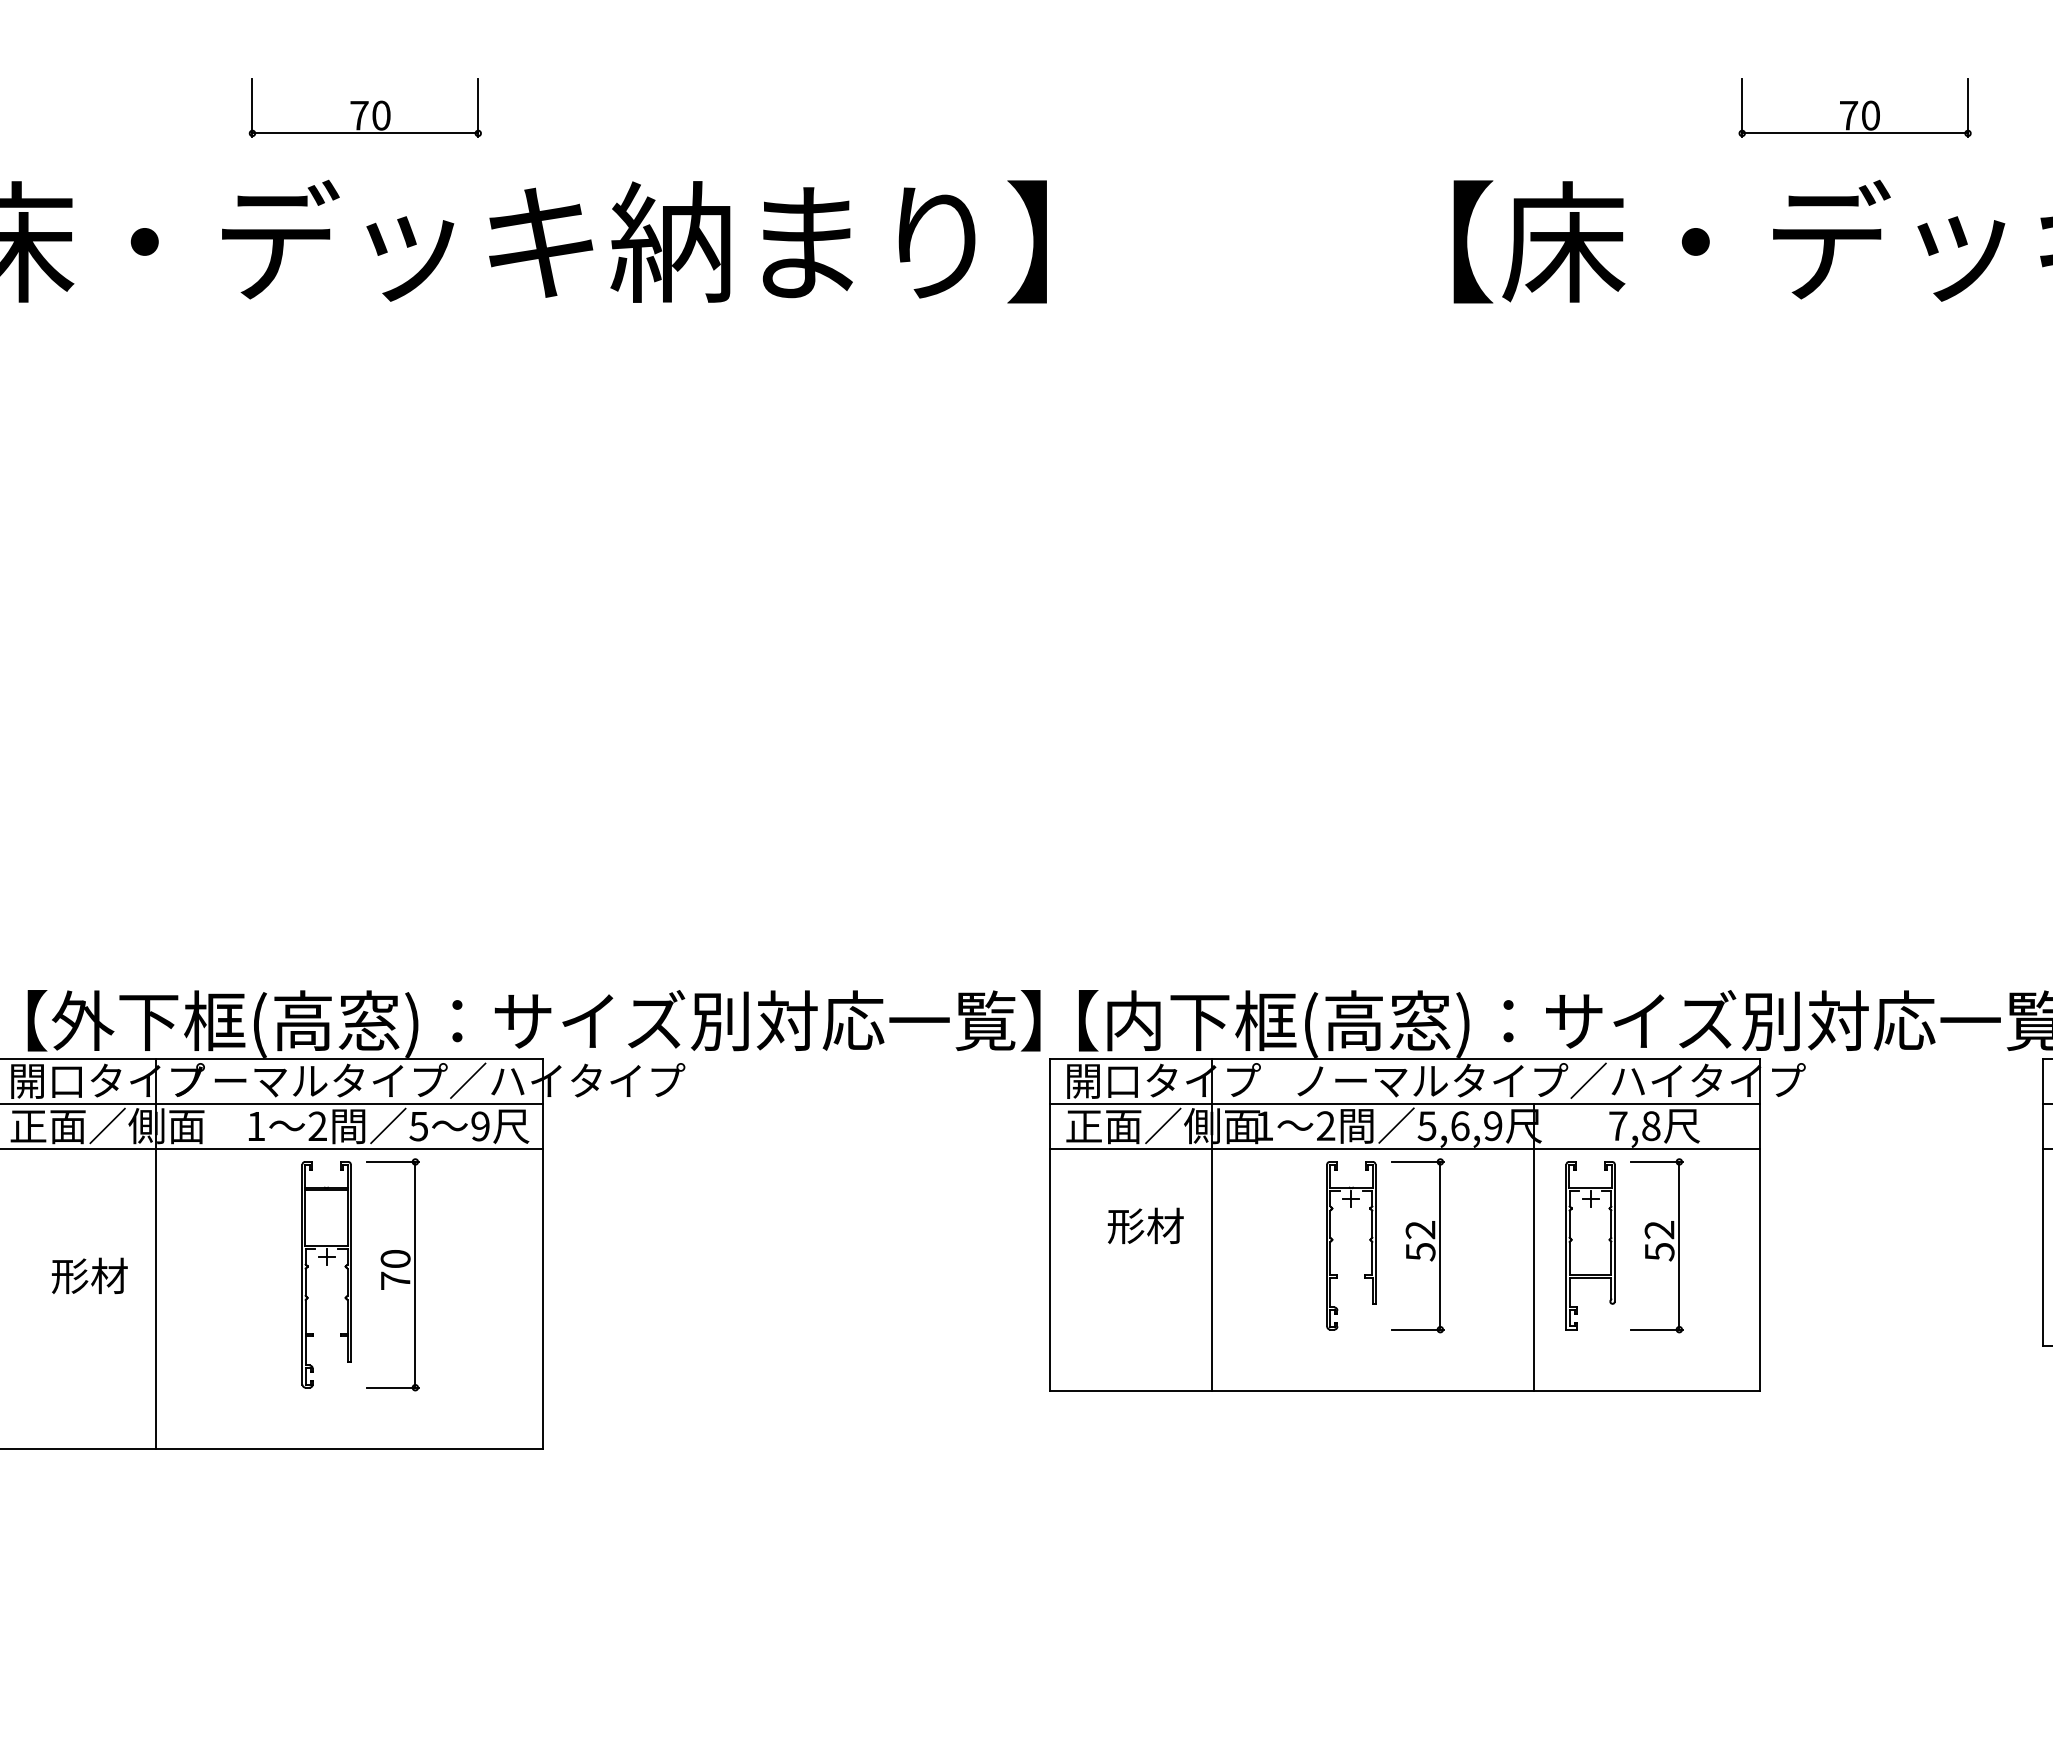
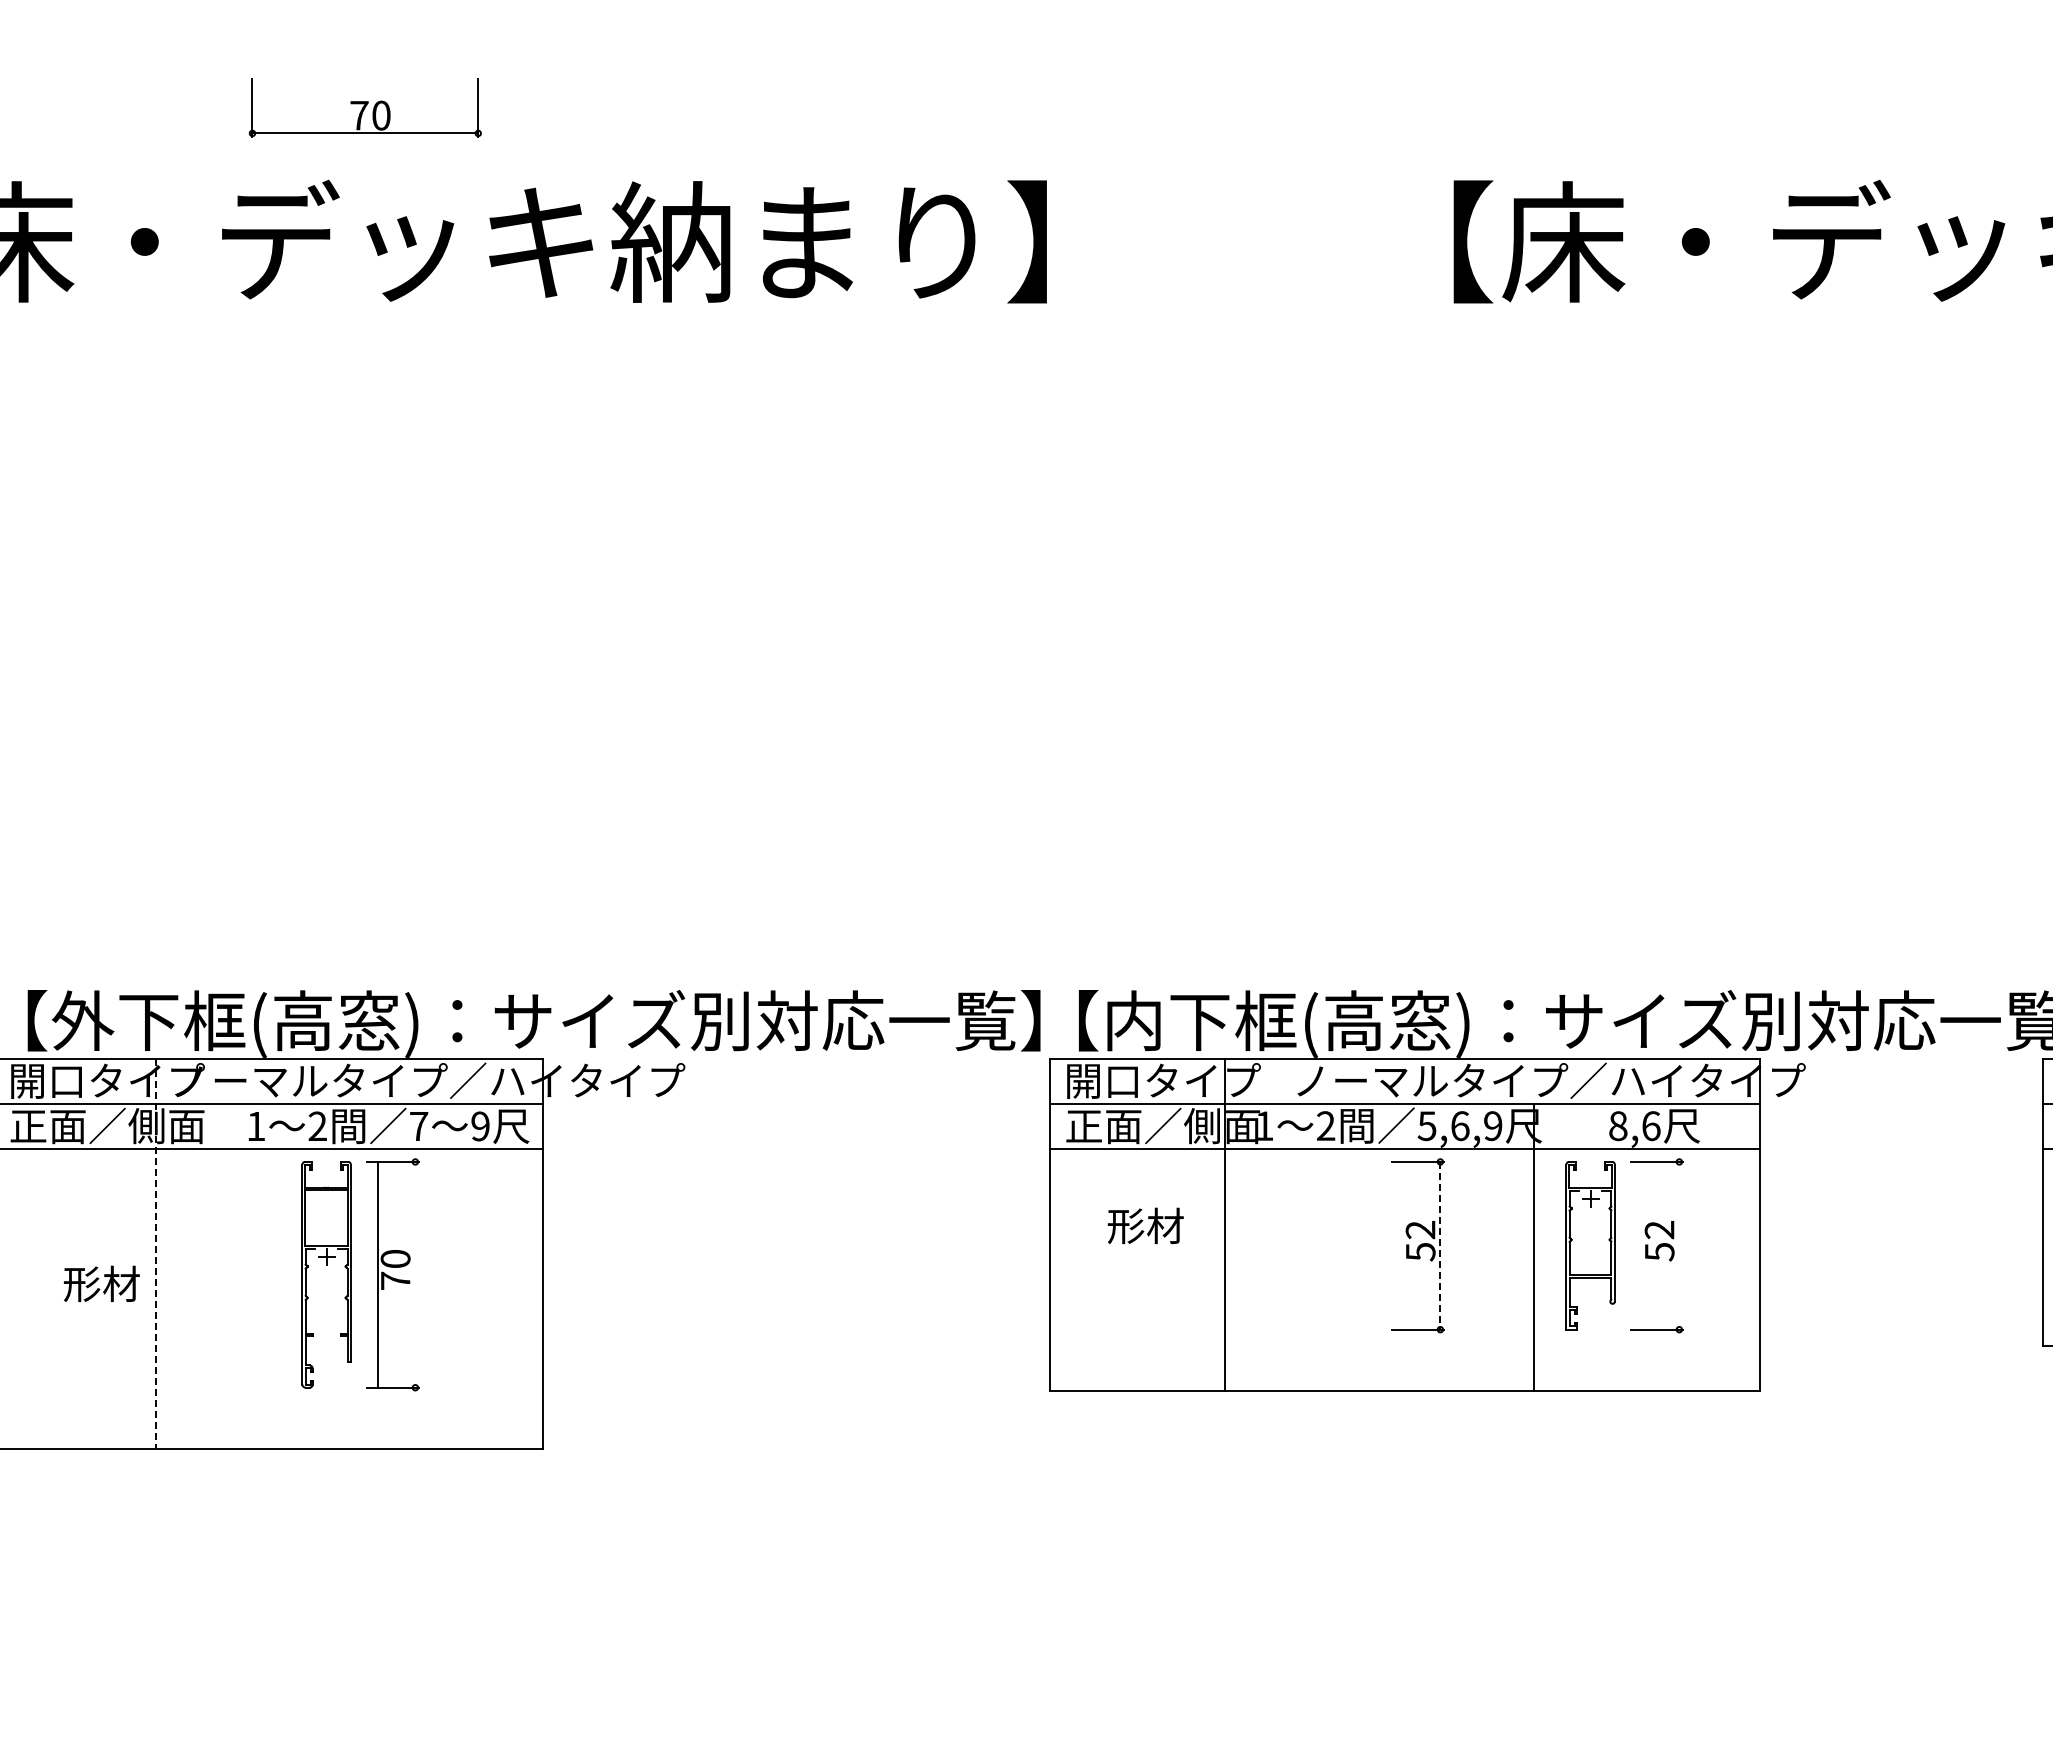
part at (1854, 107): present -> none
text at (418, 1126): 5 -> 7
text at (1634, 1126): 7,8 -> 8,6
line at (1211, 1224) position: (1211, 1224) -> (1224, 1224)
part at (1333, 1240): present -> none
line at (1440, 1245): solid -> dashed
line at (1679, 1245): present -> none
line at (155, 1254): solid -> dashed
line at (415, 1274) position: (415, 1274) -> (378, 1274)
text at (89, 1275) position: (89, 1275) -> (101, 1283)
